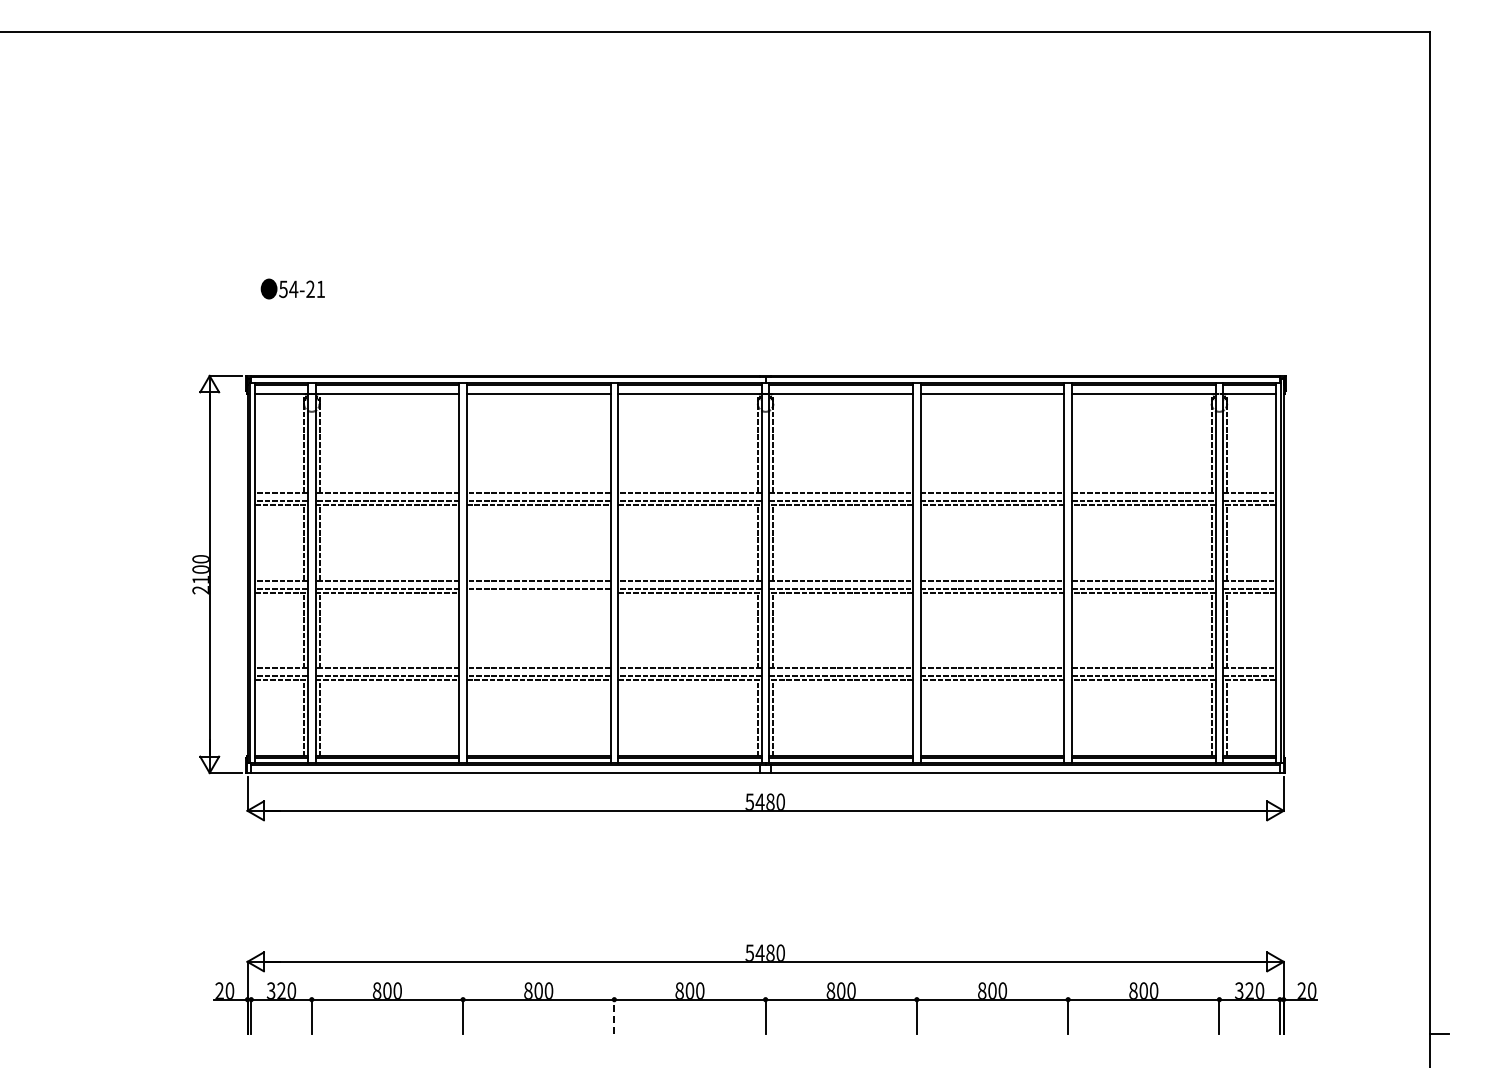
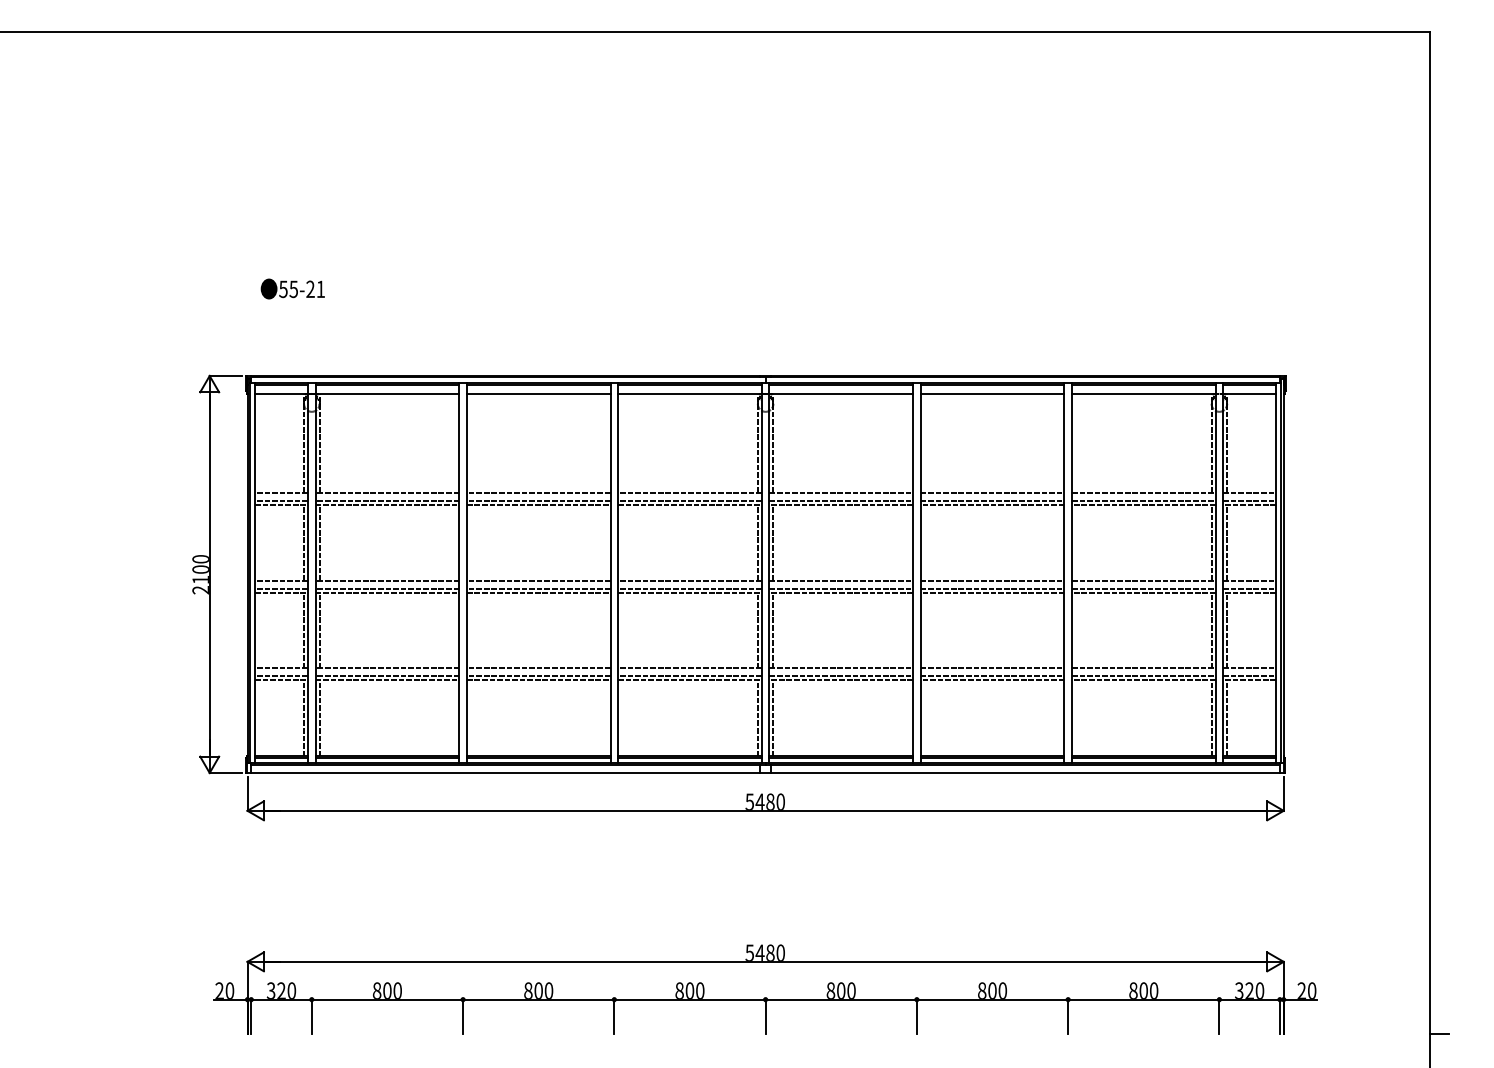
text at (293, 289): 54-21 -> 55-21
line at (538, 592): none -> present
line at (614, 1016): dashed -> solid
